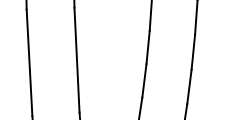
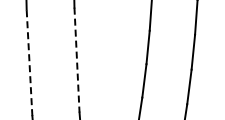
line at (77, 60): solid -> dashed
line at (29, 62): solid -> dashed
